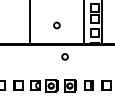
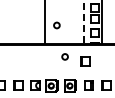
line at (29, 22) position: (29, 22) -> (44, 22)
line at (83, 22): solid -> dashed
part at (85, 61): none -> present
